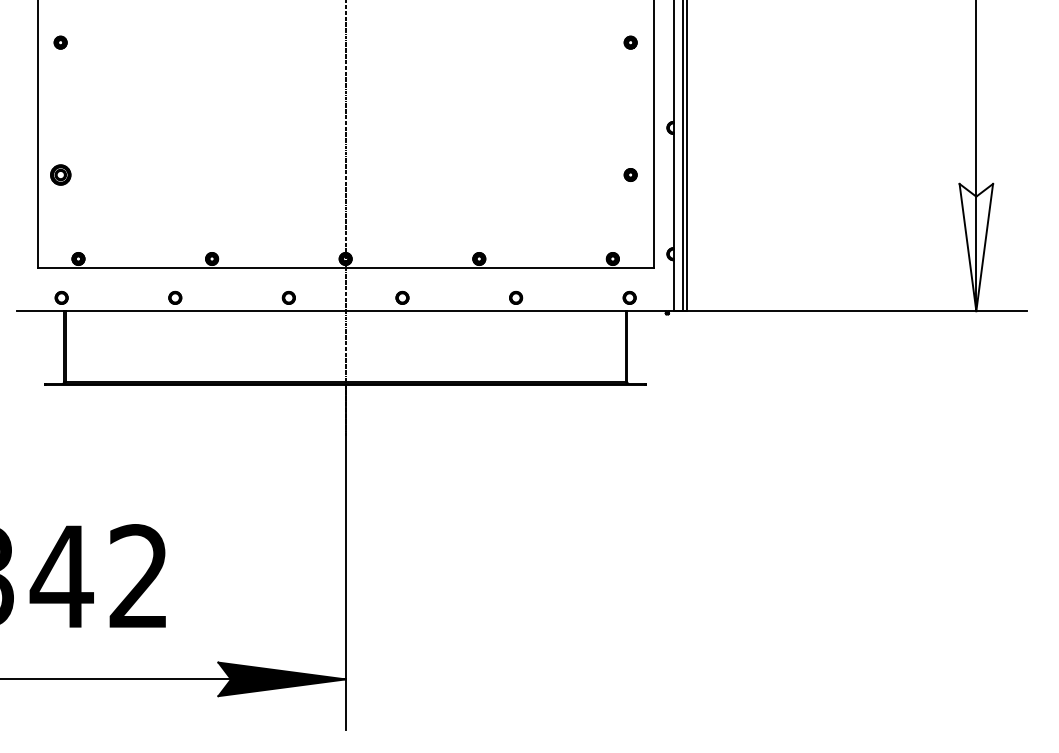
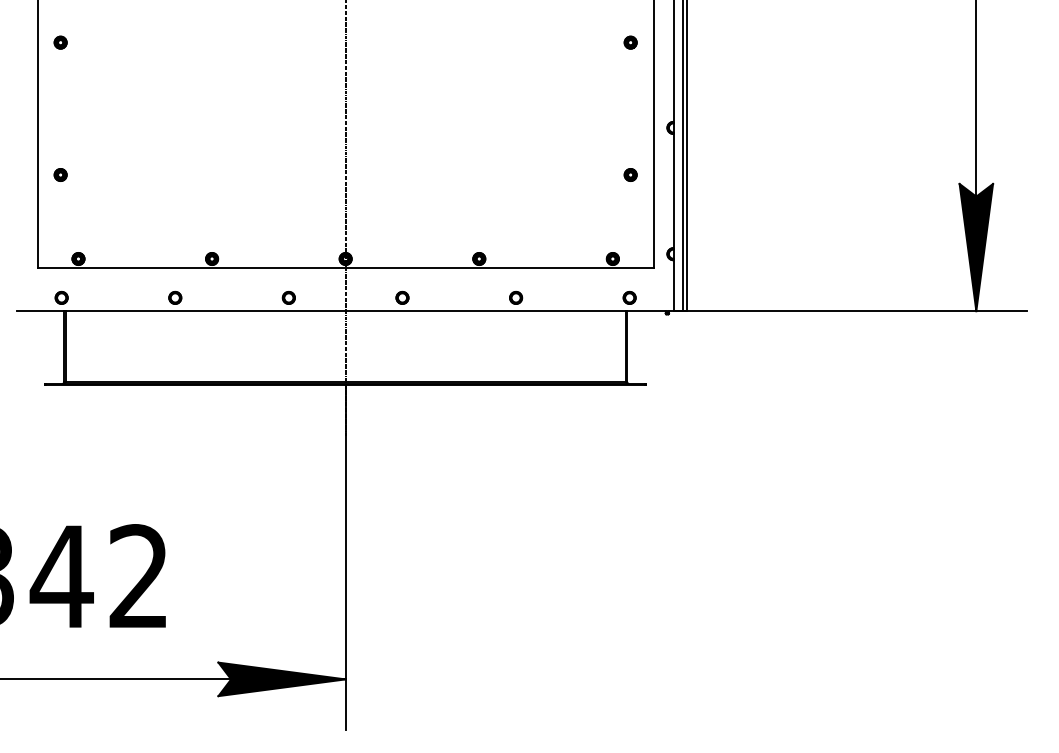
part at (60, 174) size: 22x22 px -> 15x14 px
fill at (976, 247): none -> present
